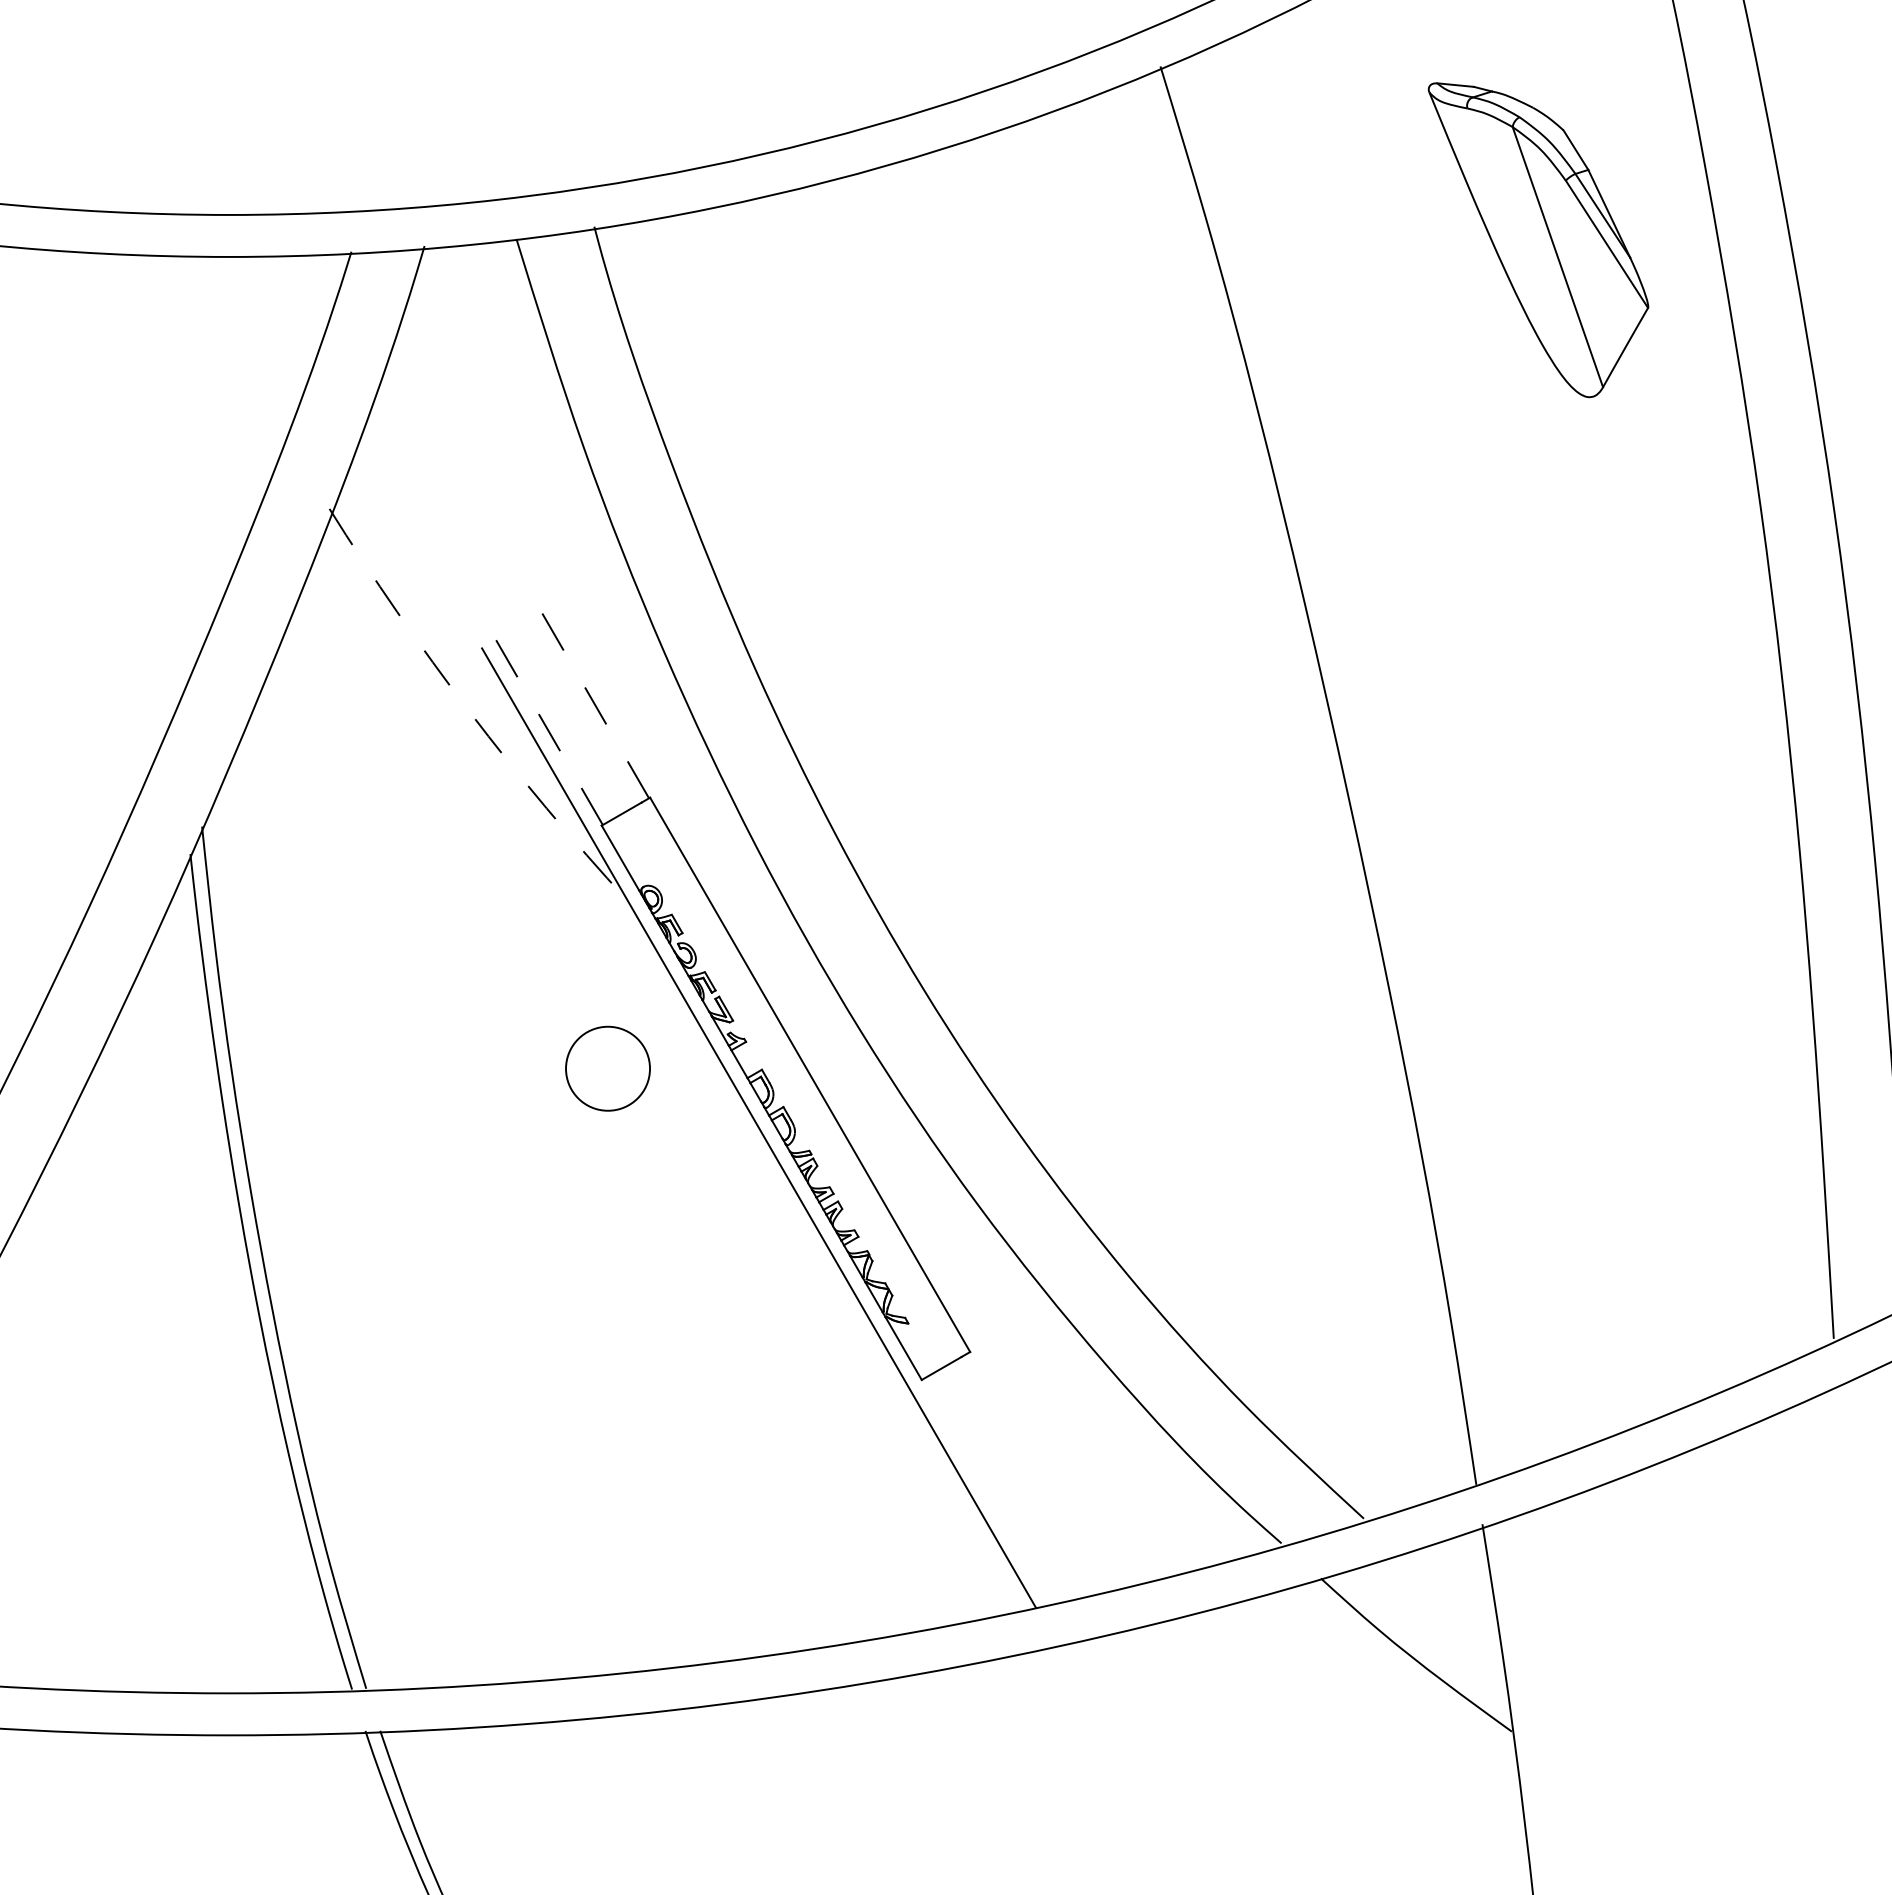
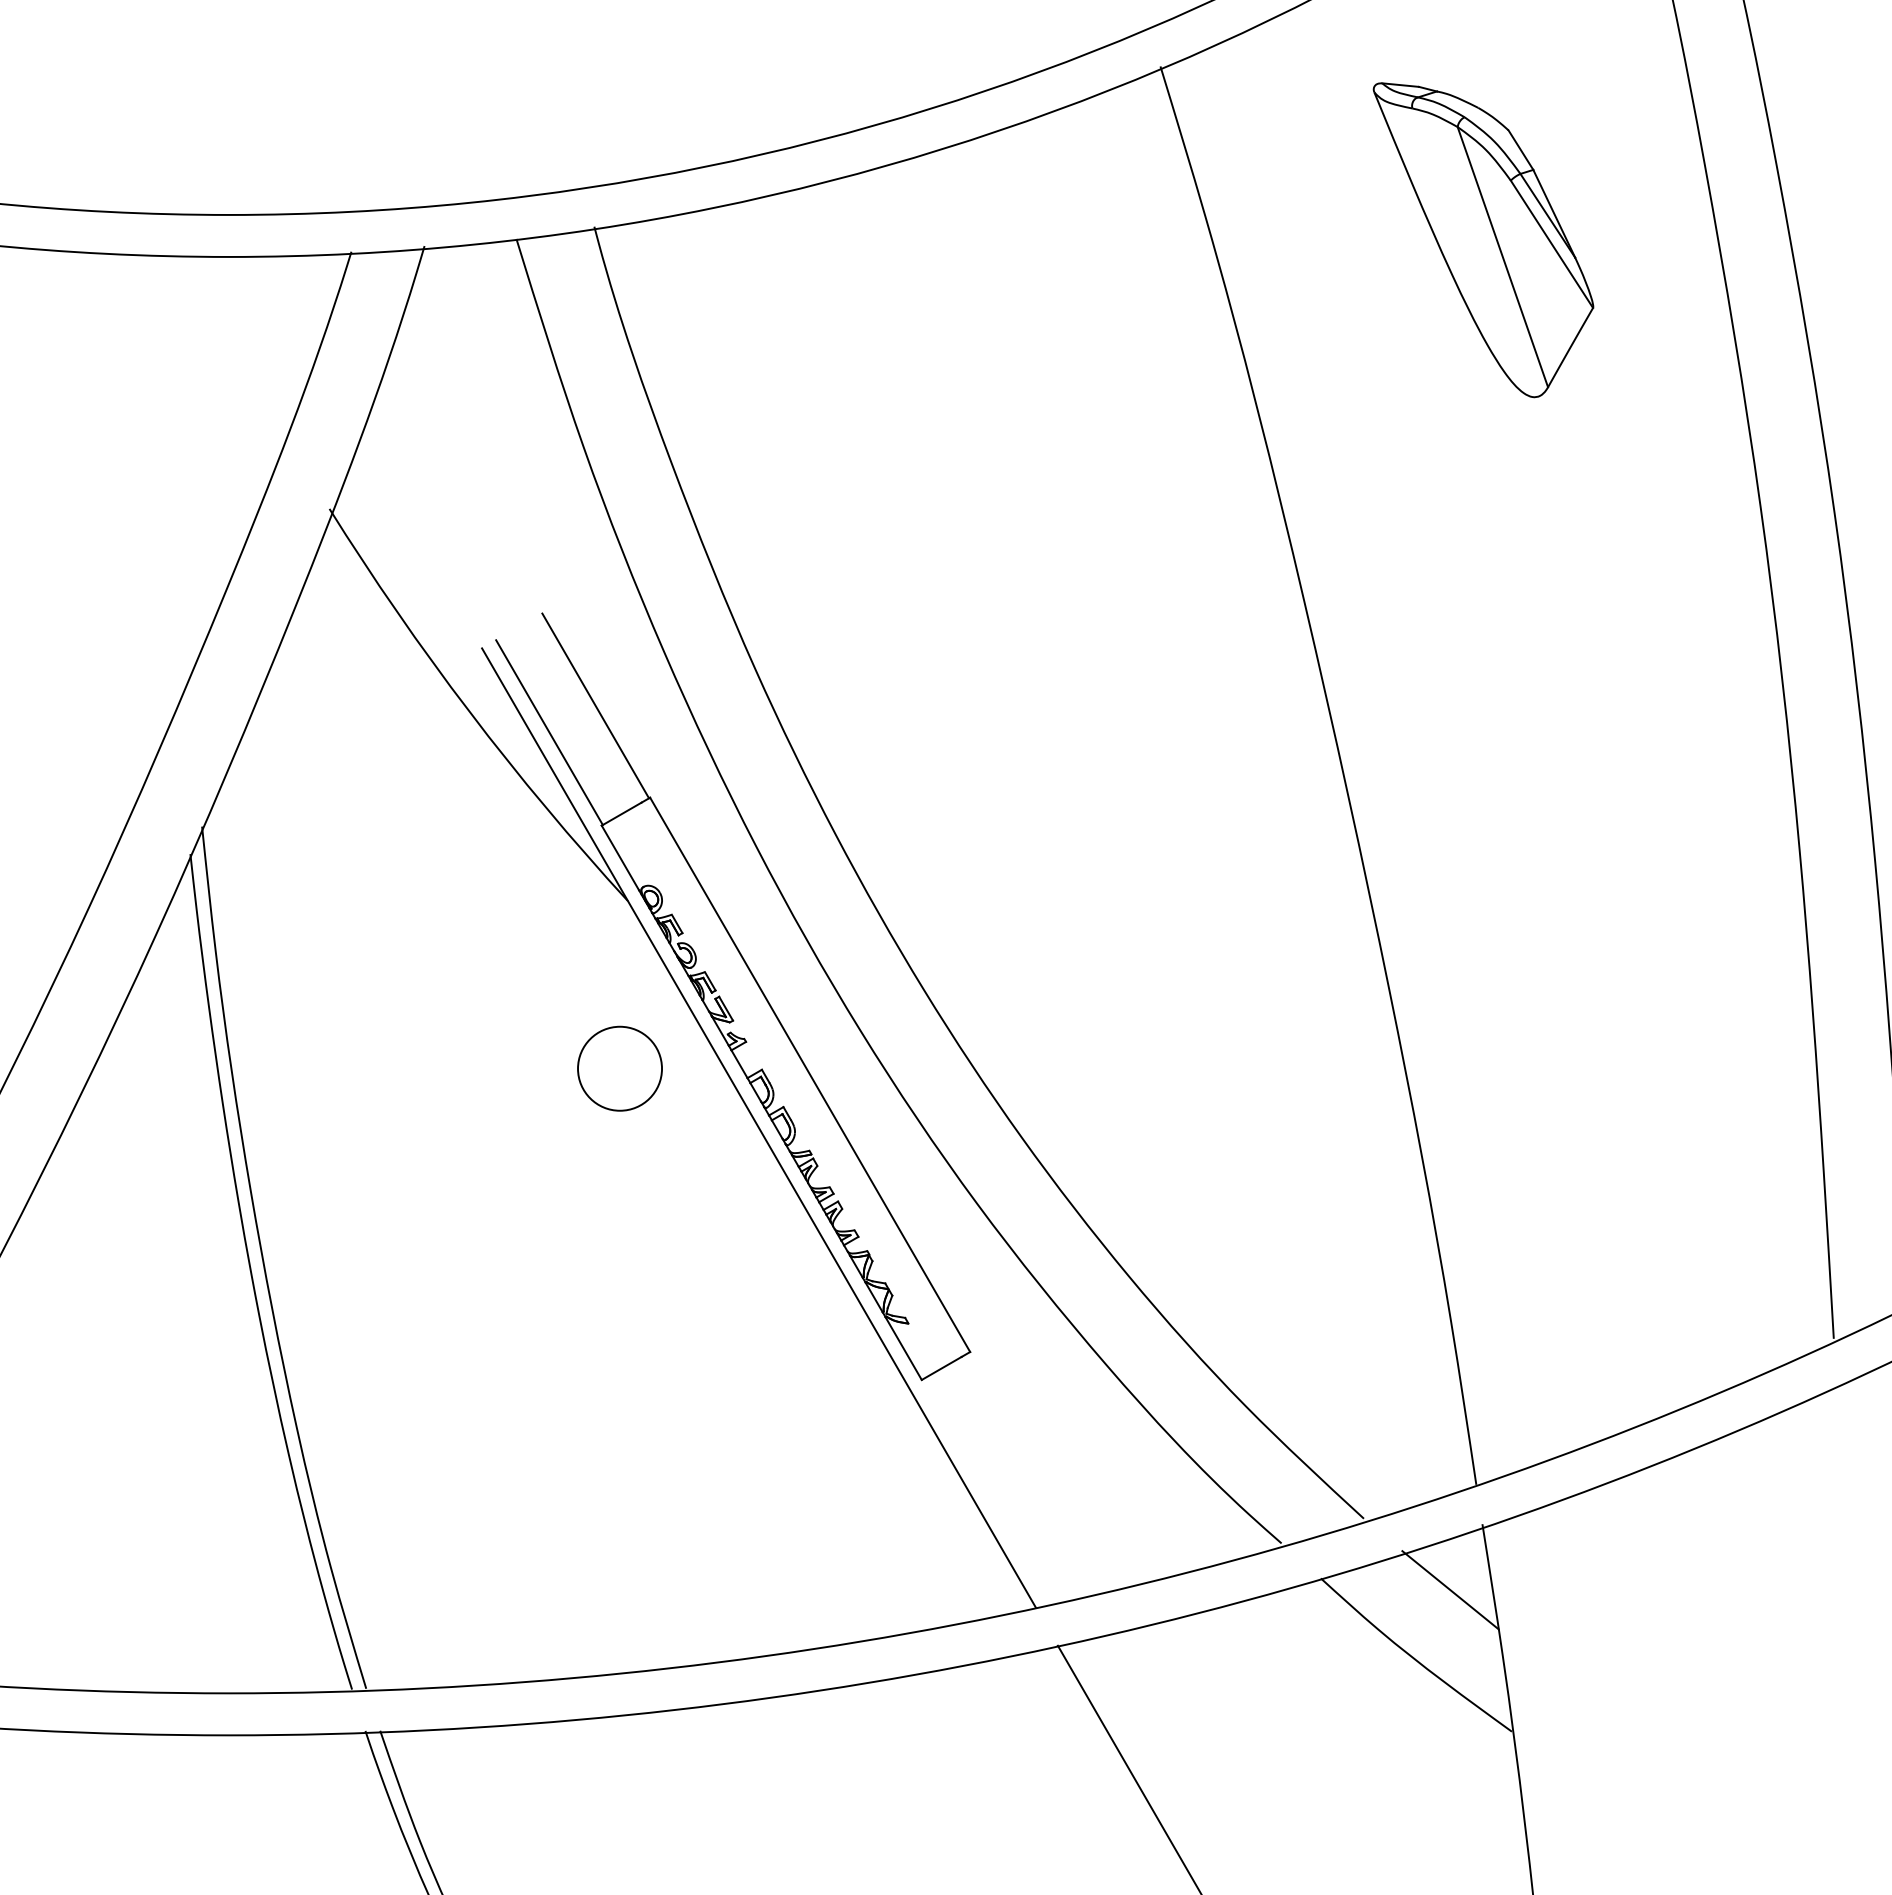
part at (1538, 240) position: (1538, 240) -> (1483, 240)
line at (595, 705): dashed -> solid
arc at (469, 711): dashed -> solid
line at (549, 732): dashed -> solid
circle at (607, 1068) position: (607, 1068) -> (619, 1068)
line at (1450, 1590): none -> present
line at (1128, 1768): none -> present
